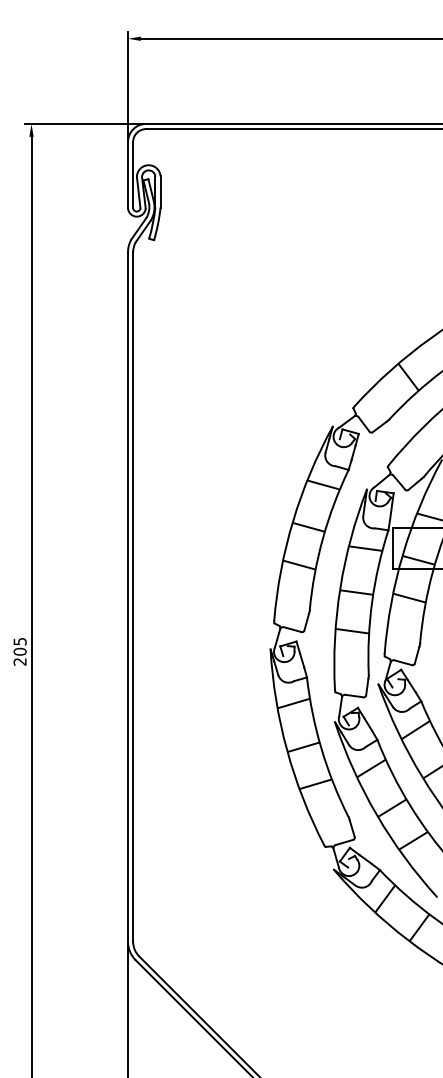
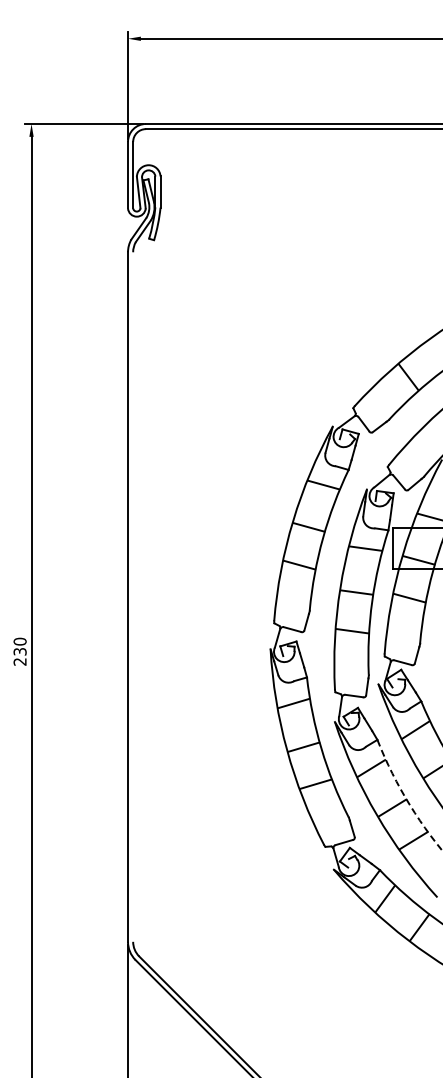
line at (133, 596): present -> none
text at (19, 646): 205 -> 230
arc at (406, 798): solid -> dashed
